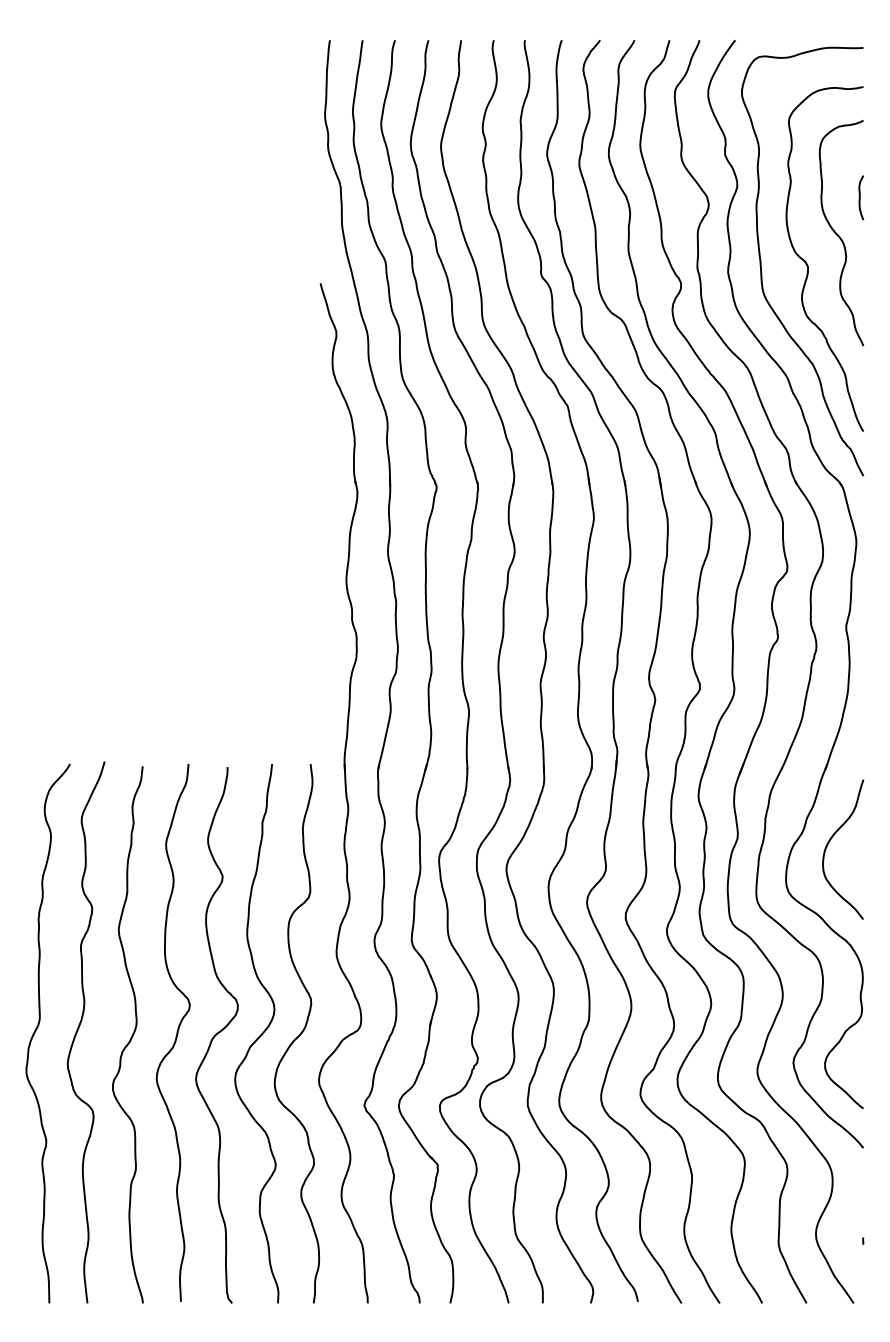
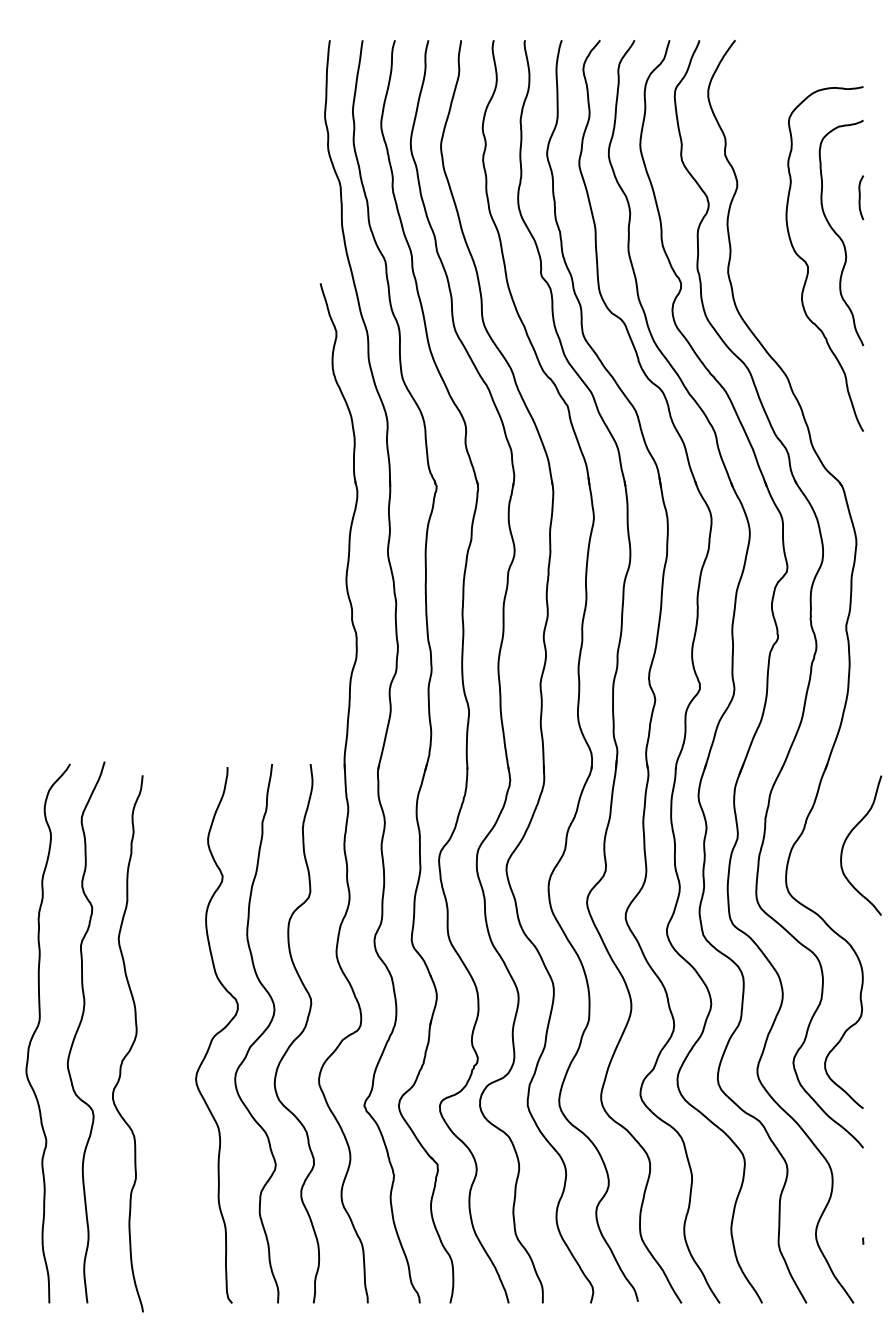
curve at (761, 261): present -> none
curve at (830, 841) position: (830, 841) -> (848, 837)
curve at (176, 1032): present -> none
curve at (131, 1035) position: (131, 1035) -> (131, 1044)
